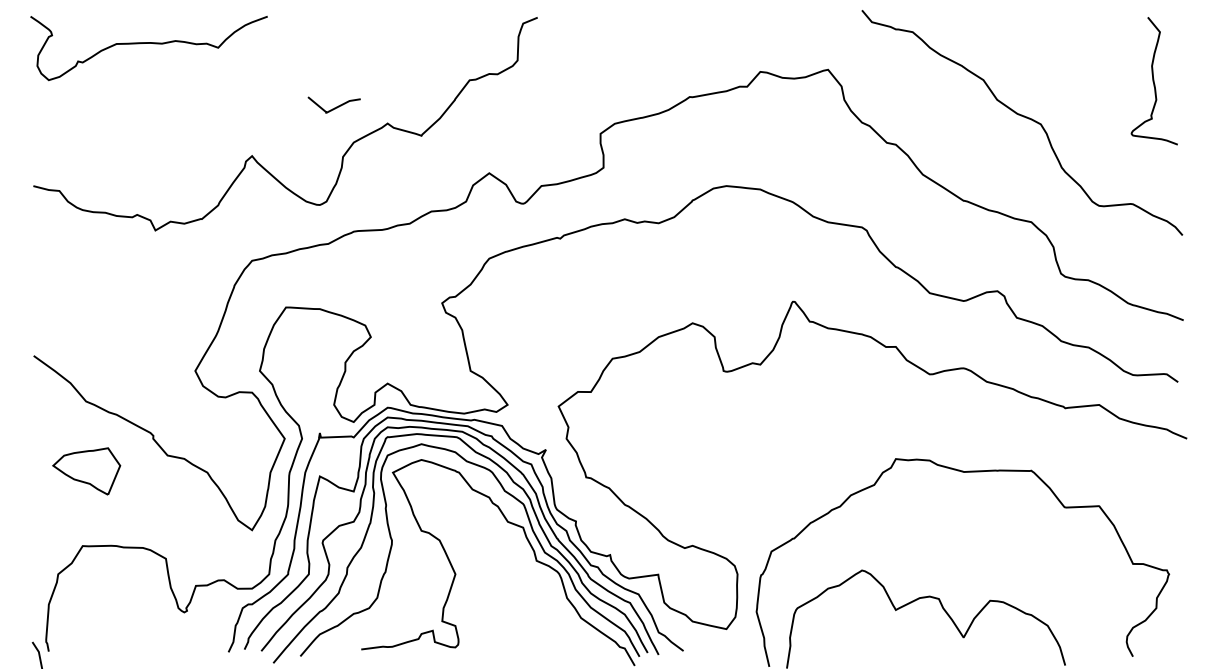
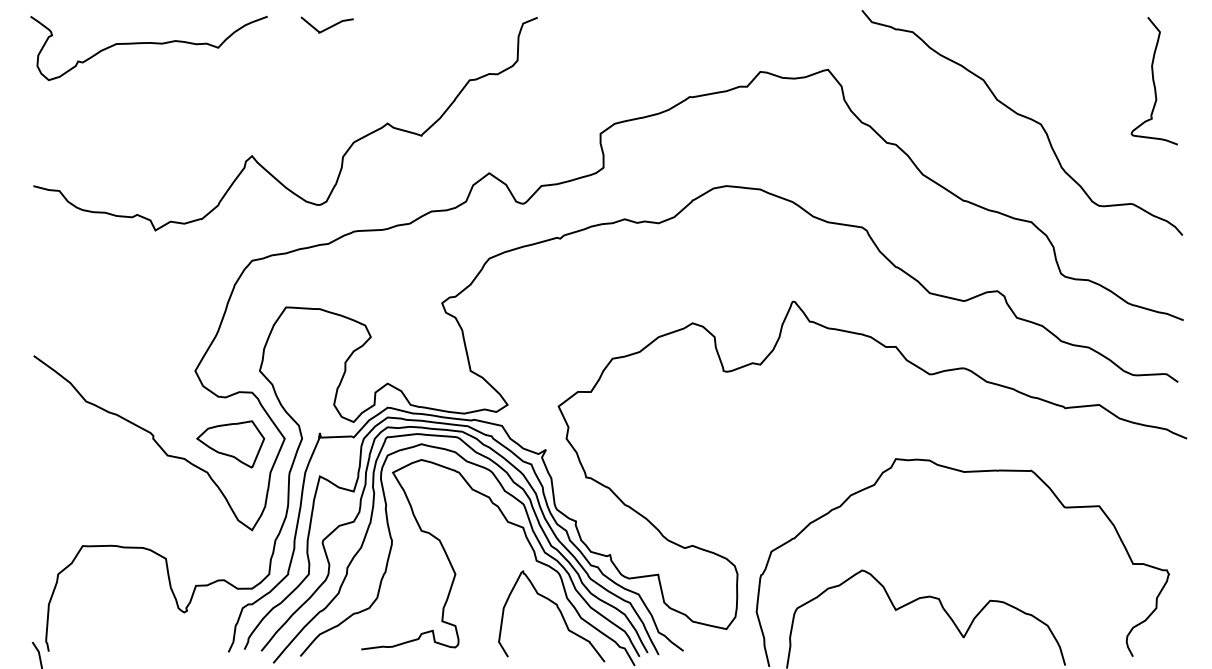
curve at (334, 107) position: (334, 107) -> (327, 27)
part at (86, 471) position: (86, 471) -> (230, 444)
curve at (558, 610): none -> present
